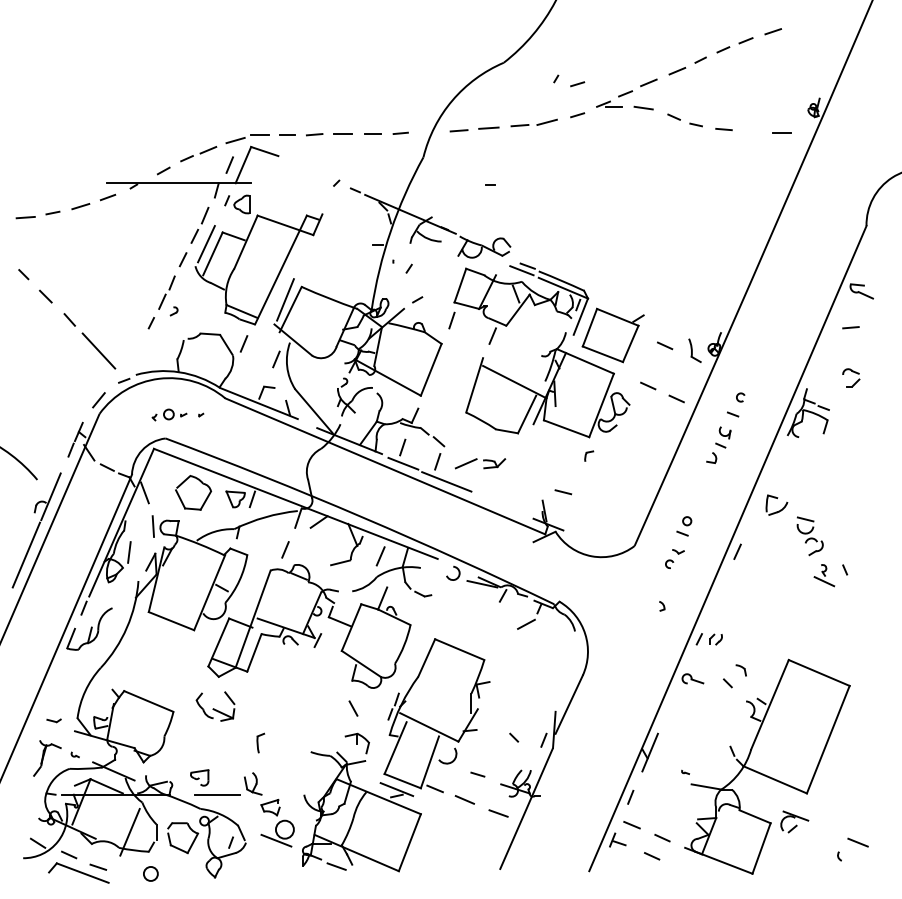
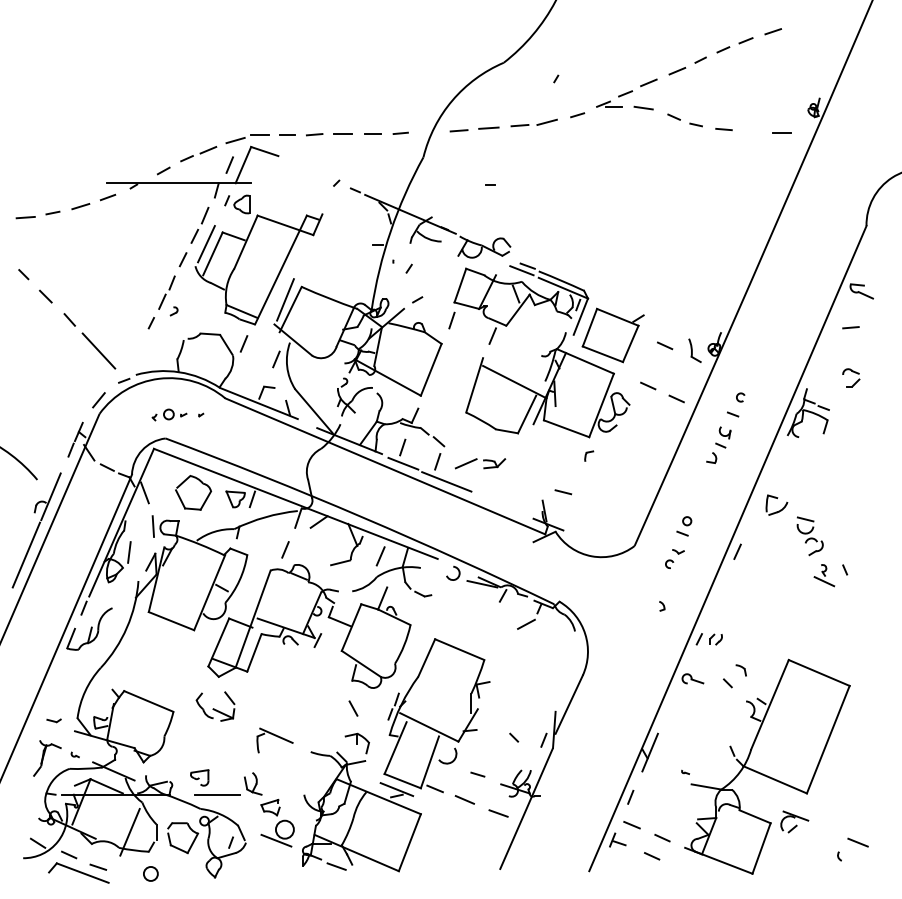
line at (577, 84): present -> none
line at (276, 735): none -> present
